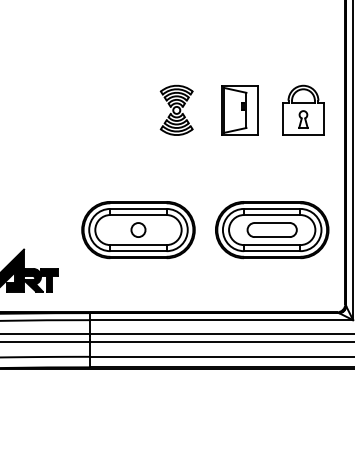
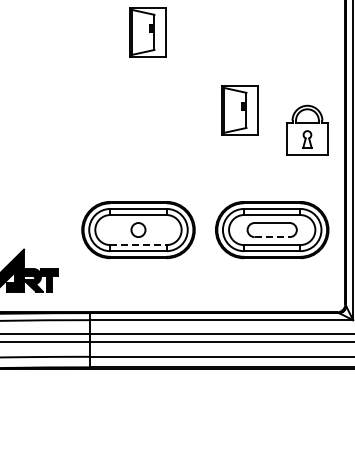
part at (147, 32): none -> present
part at (176, 109): present -> none
part at (303, 109) position: (303, 109) -> (307, 129)
line at (272, 237): solid -> dashed
line at (138, 245): solid -> dashed
